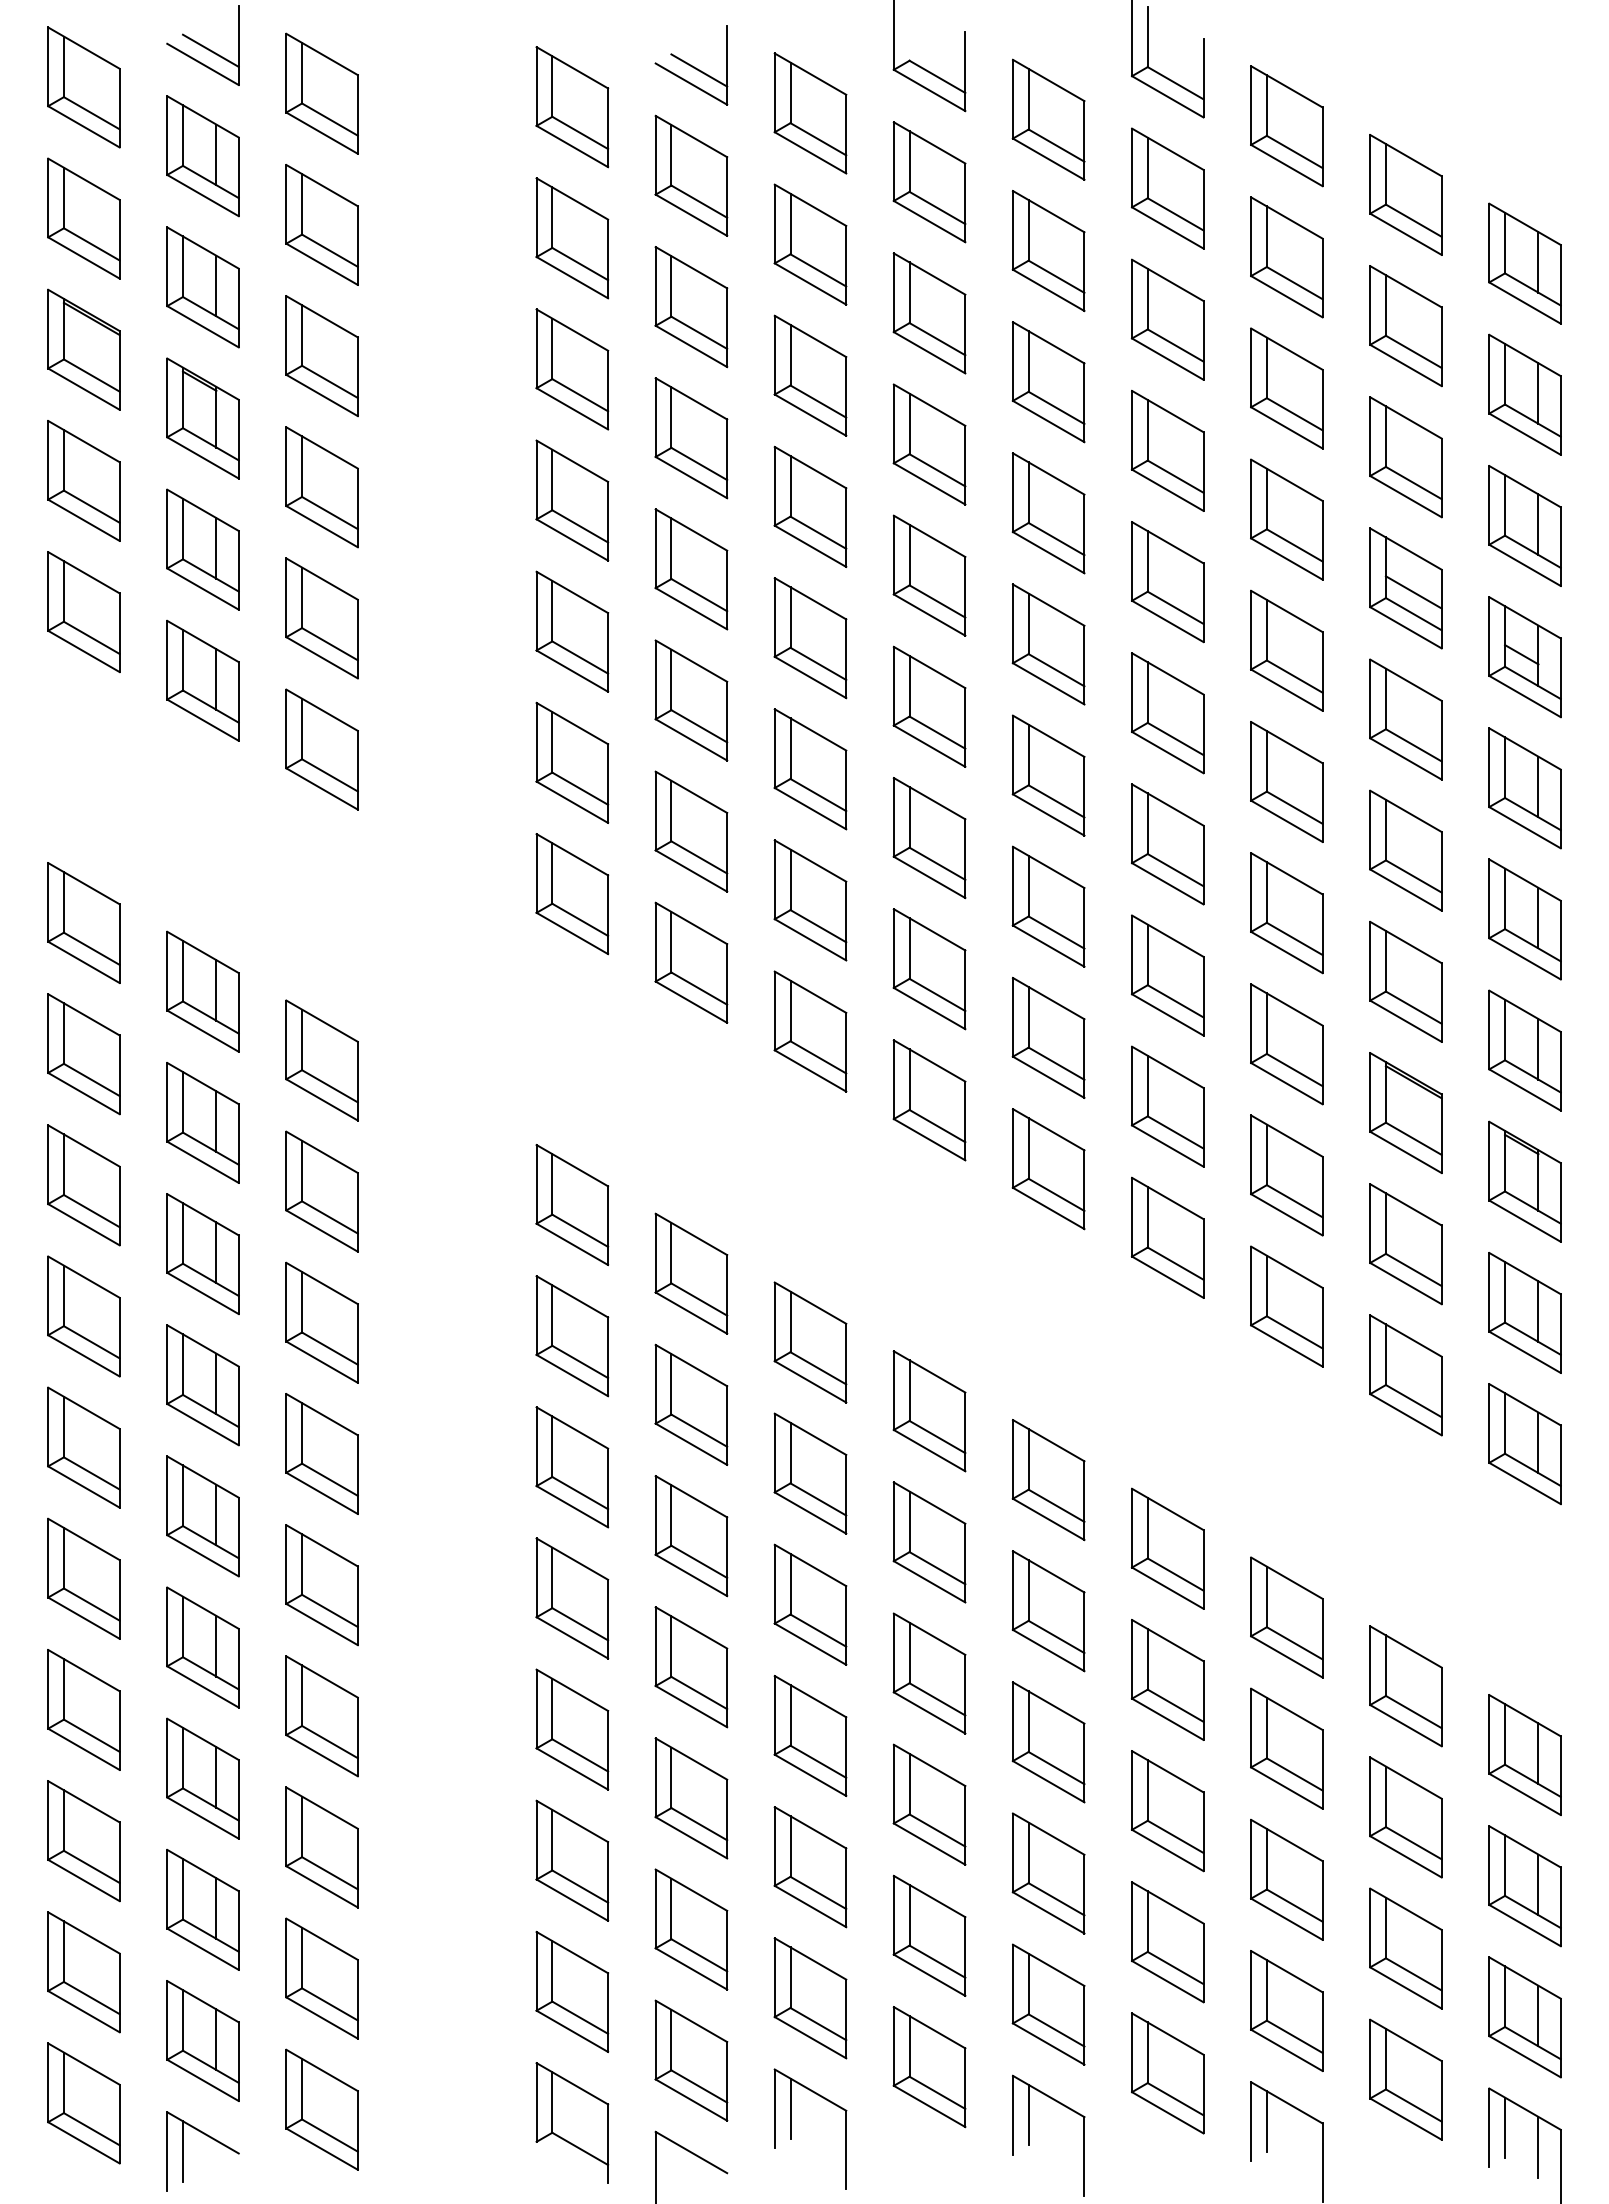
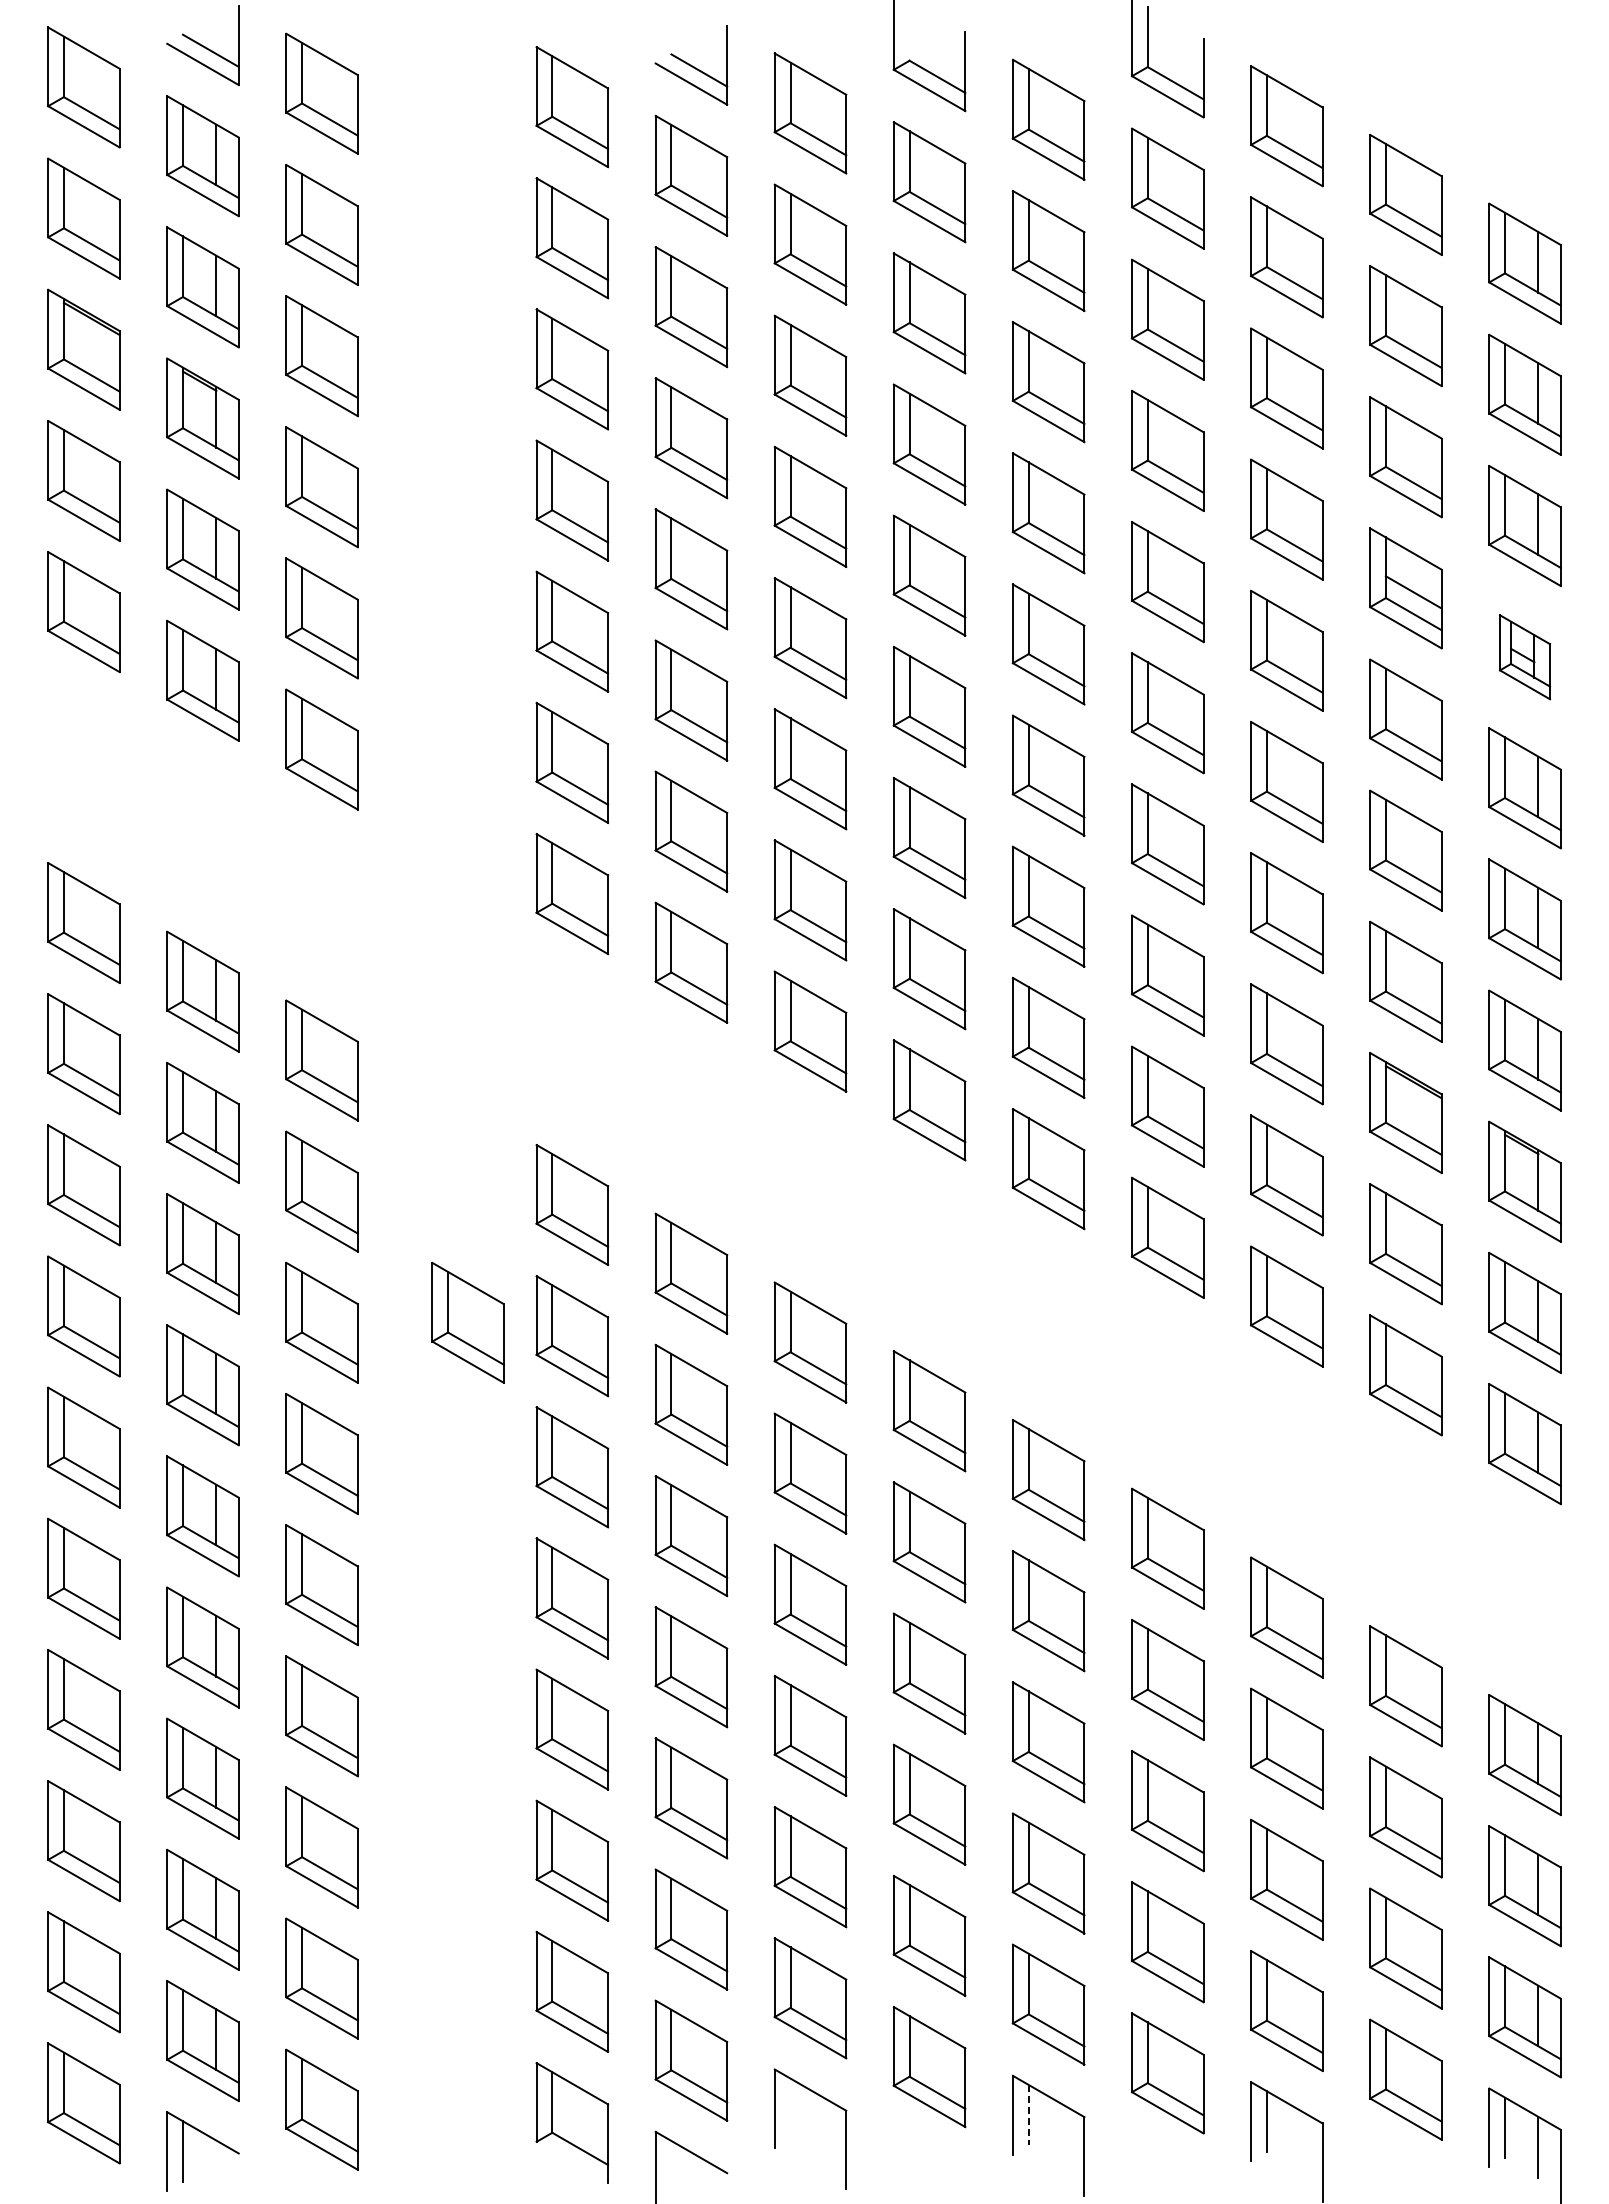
part at (1524, 657) size: 74x123 px -> 54x87 px
part at (467, 1322): none -> present
line at (790, 2108): present -> none
line at (1028, 2115): solid -> dashed
